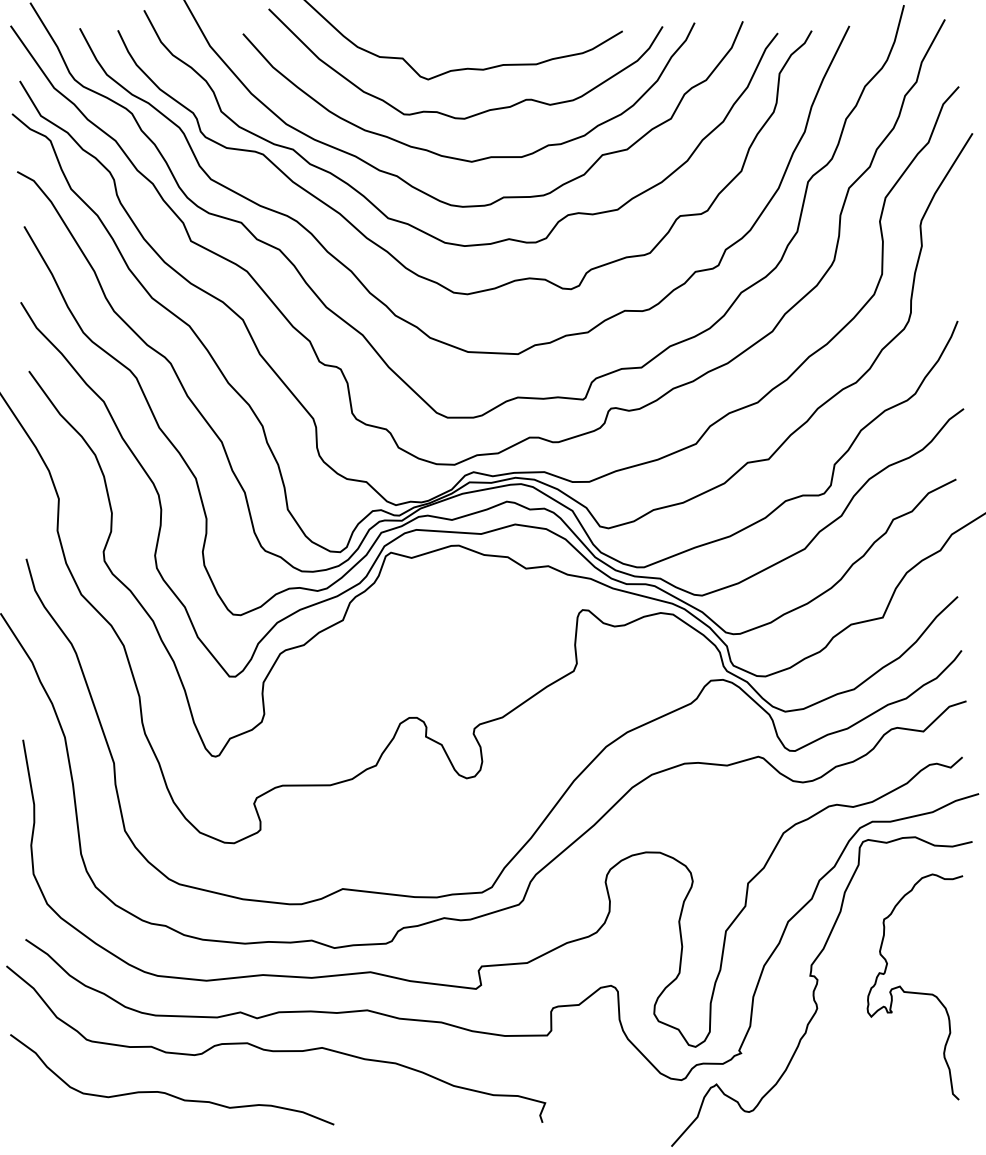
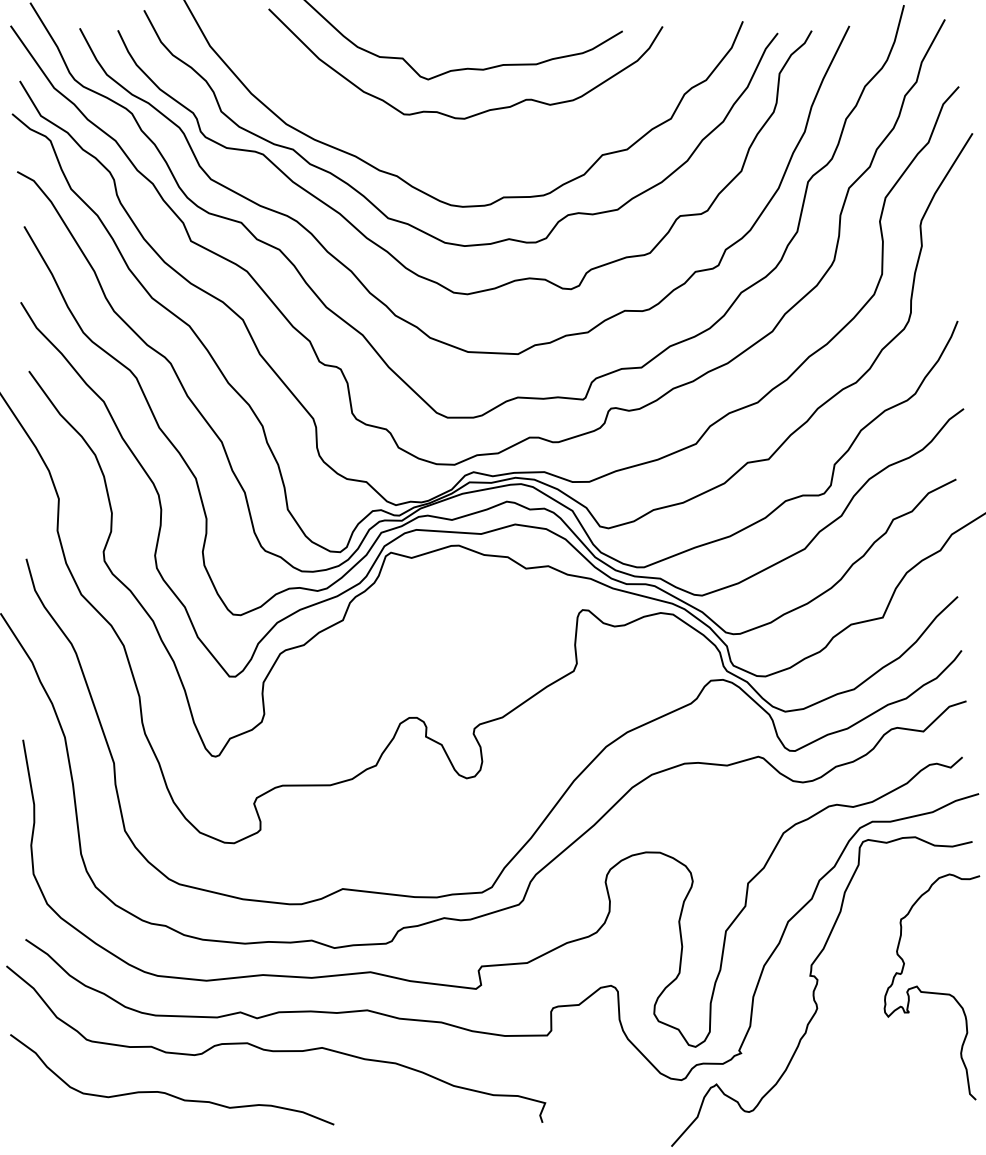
curve at (456, 157): present -> none
curve at (912, 991) position: (912, 991) -> (929, 991)
